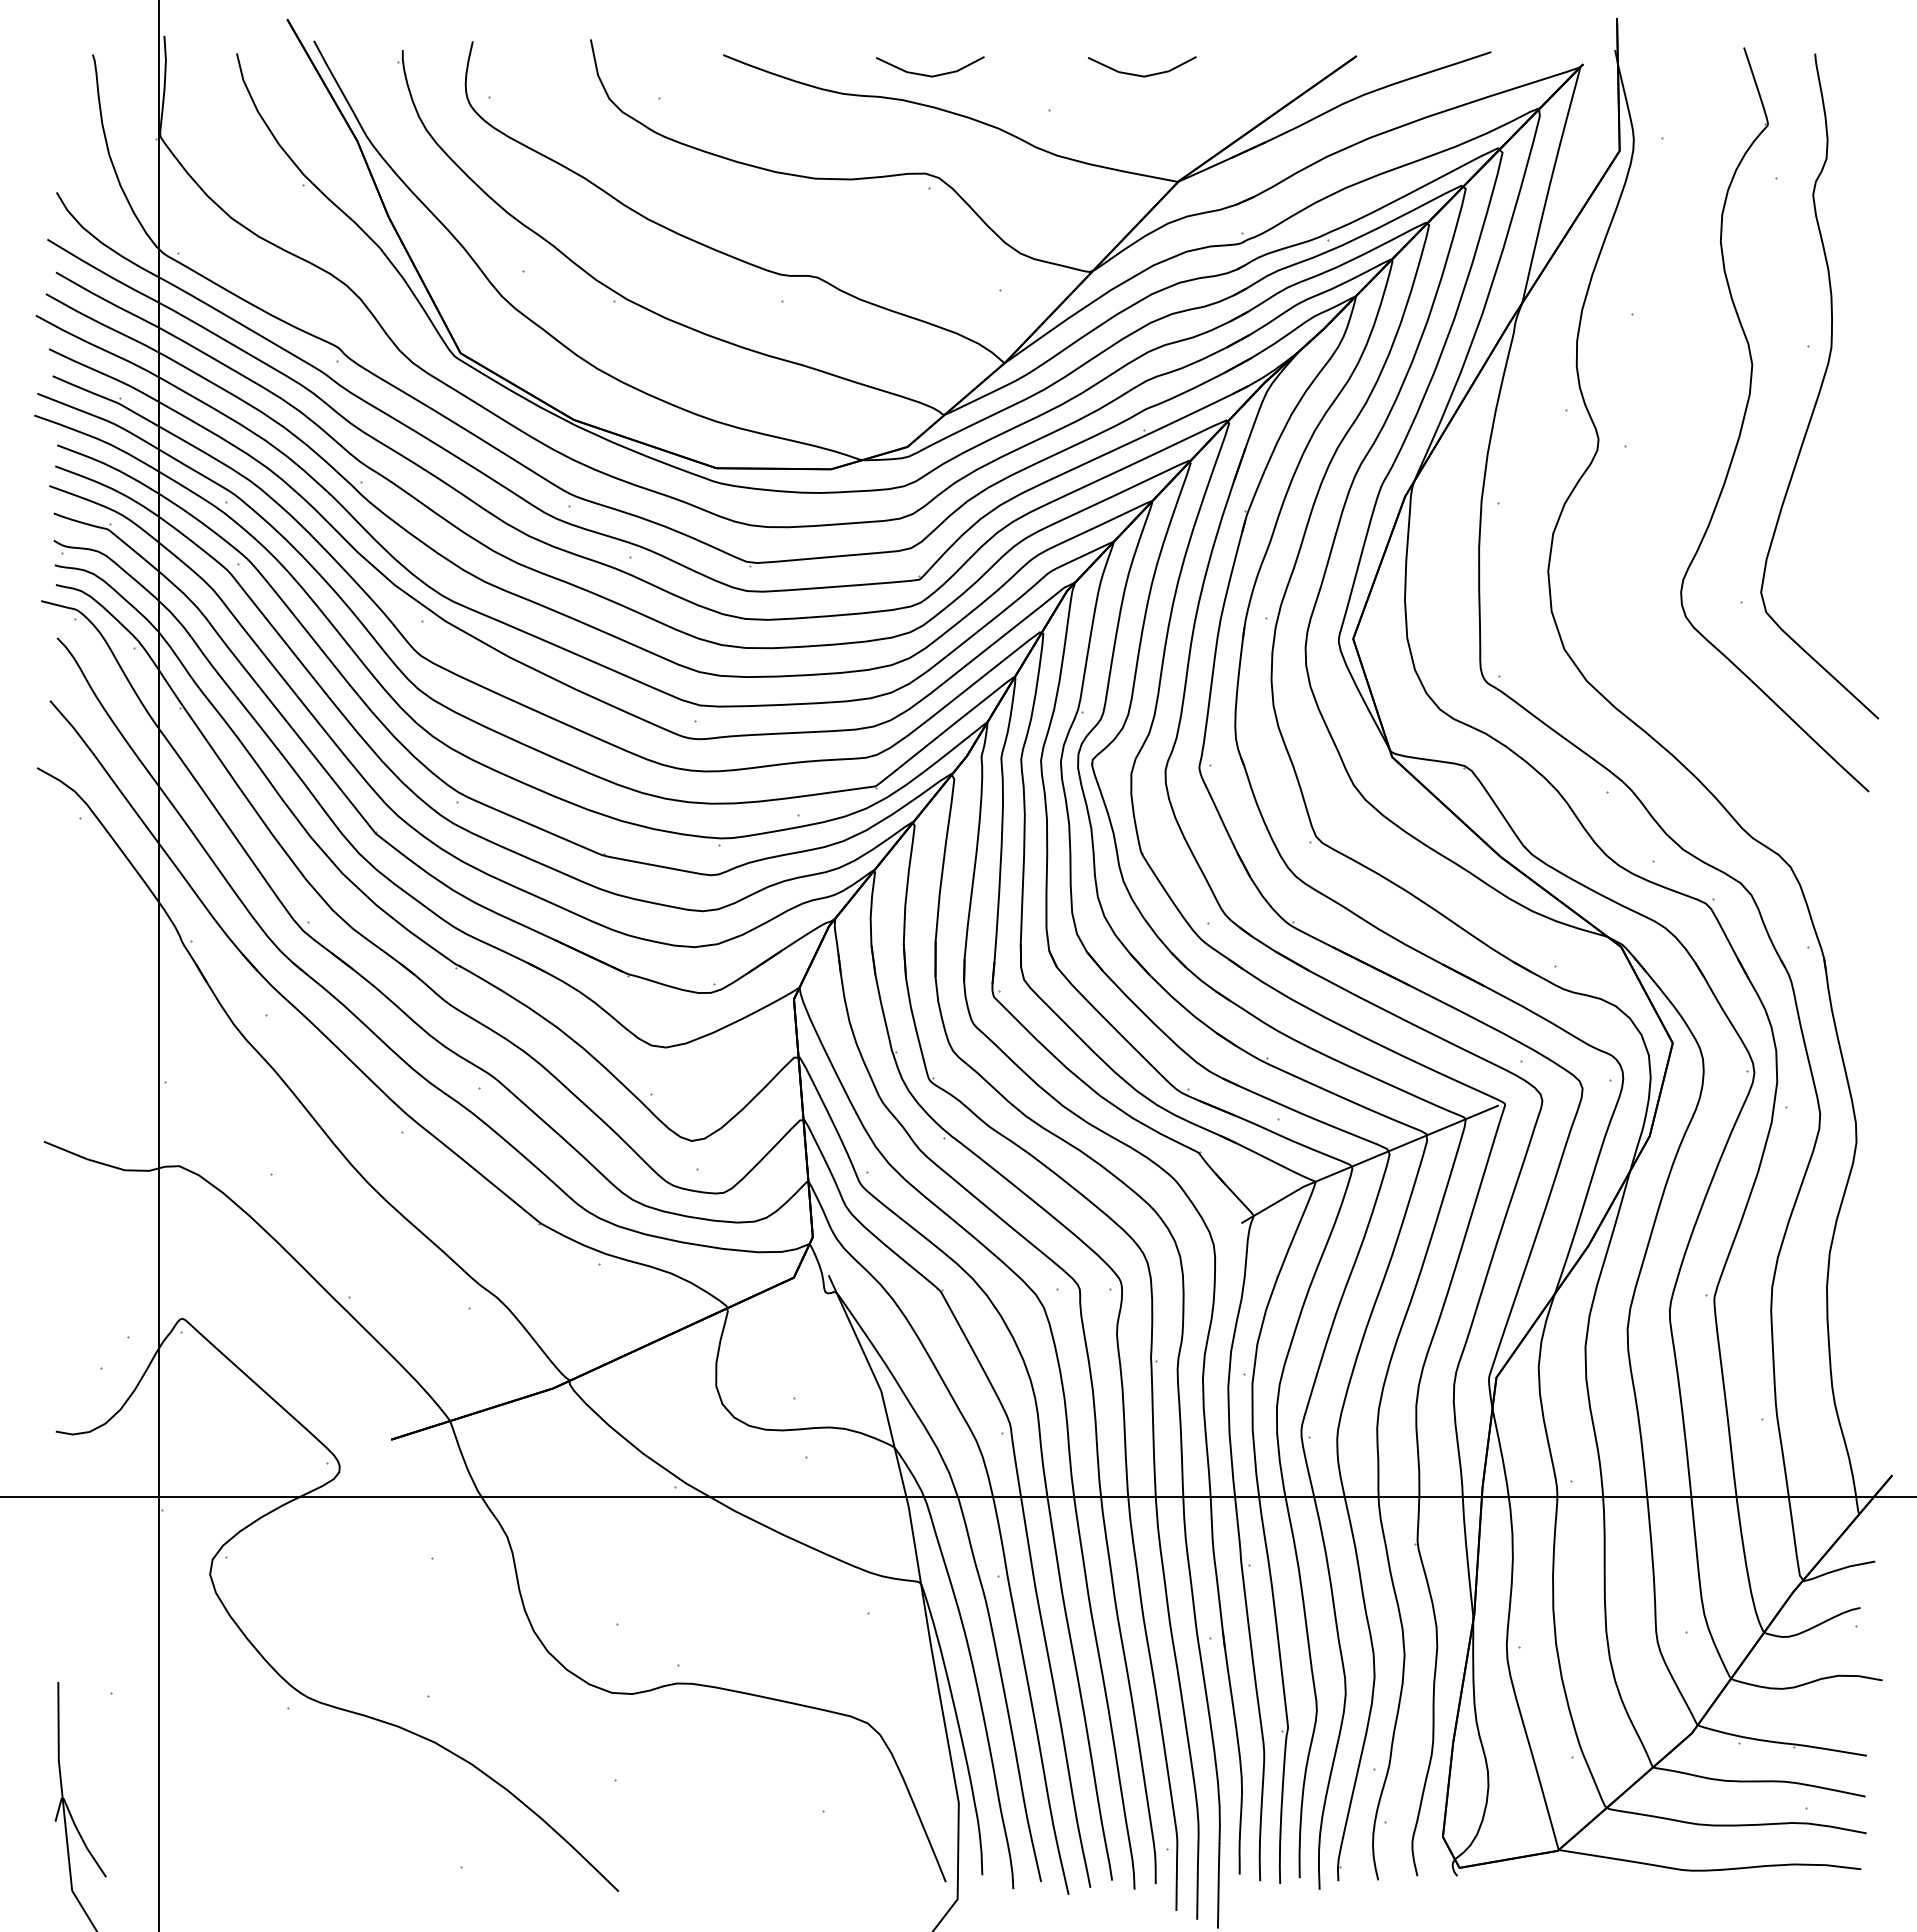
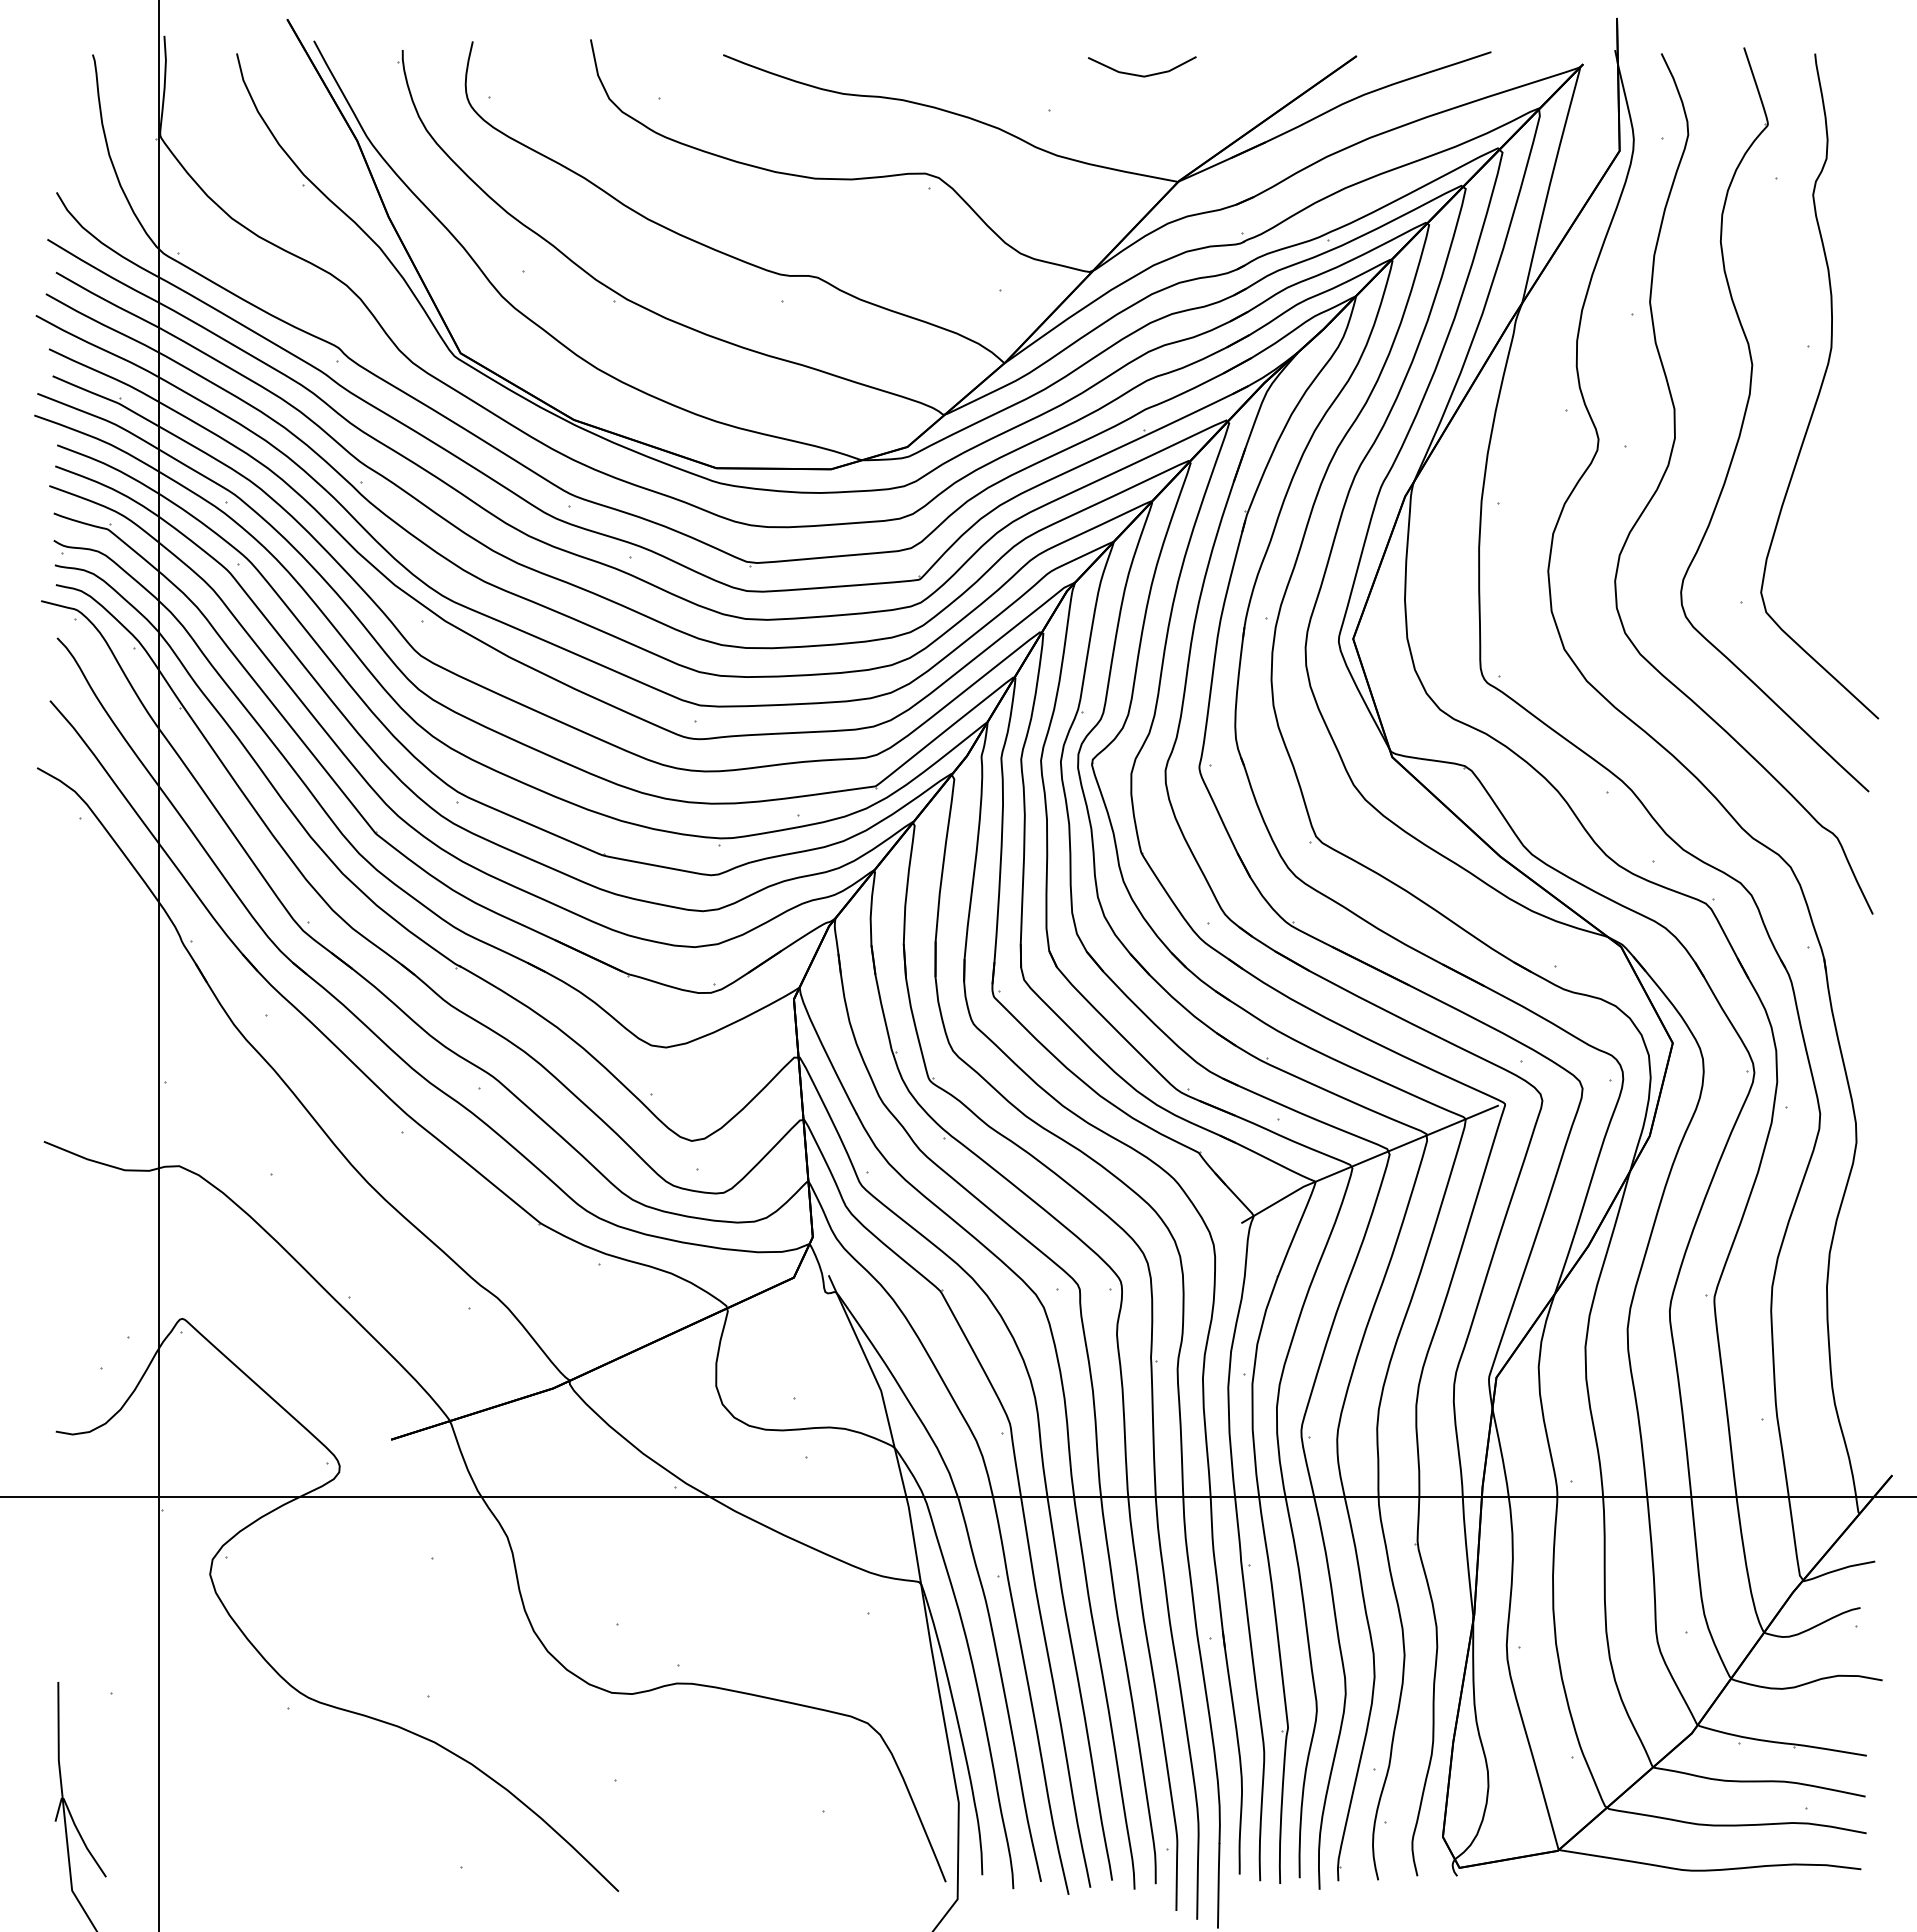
line at (927, 74): present -> none
curve at (1669, 465): none -> present
